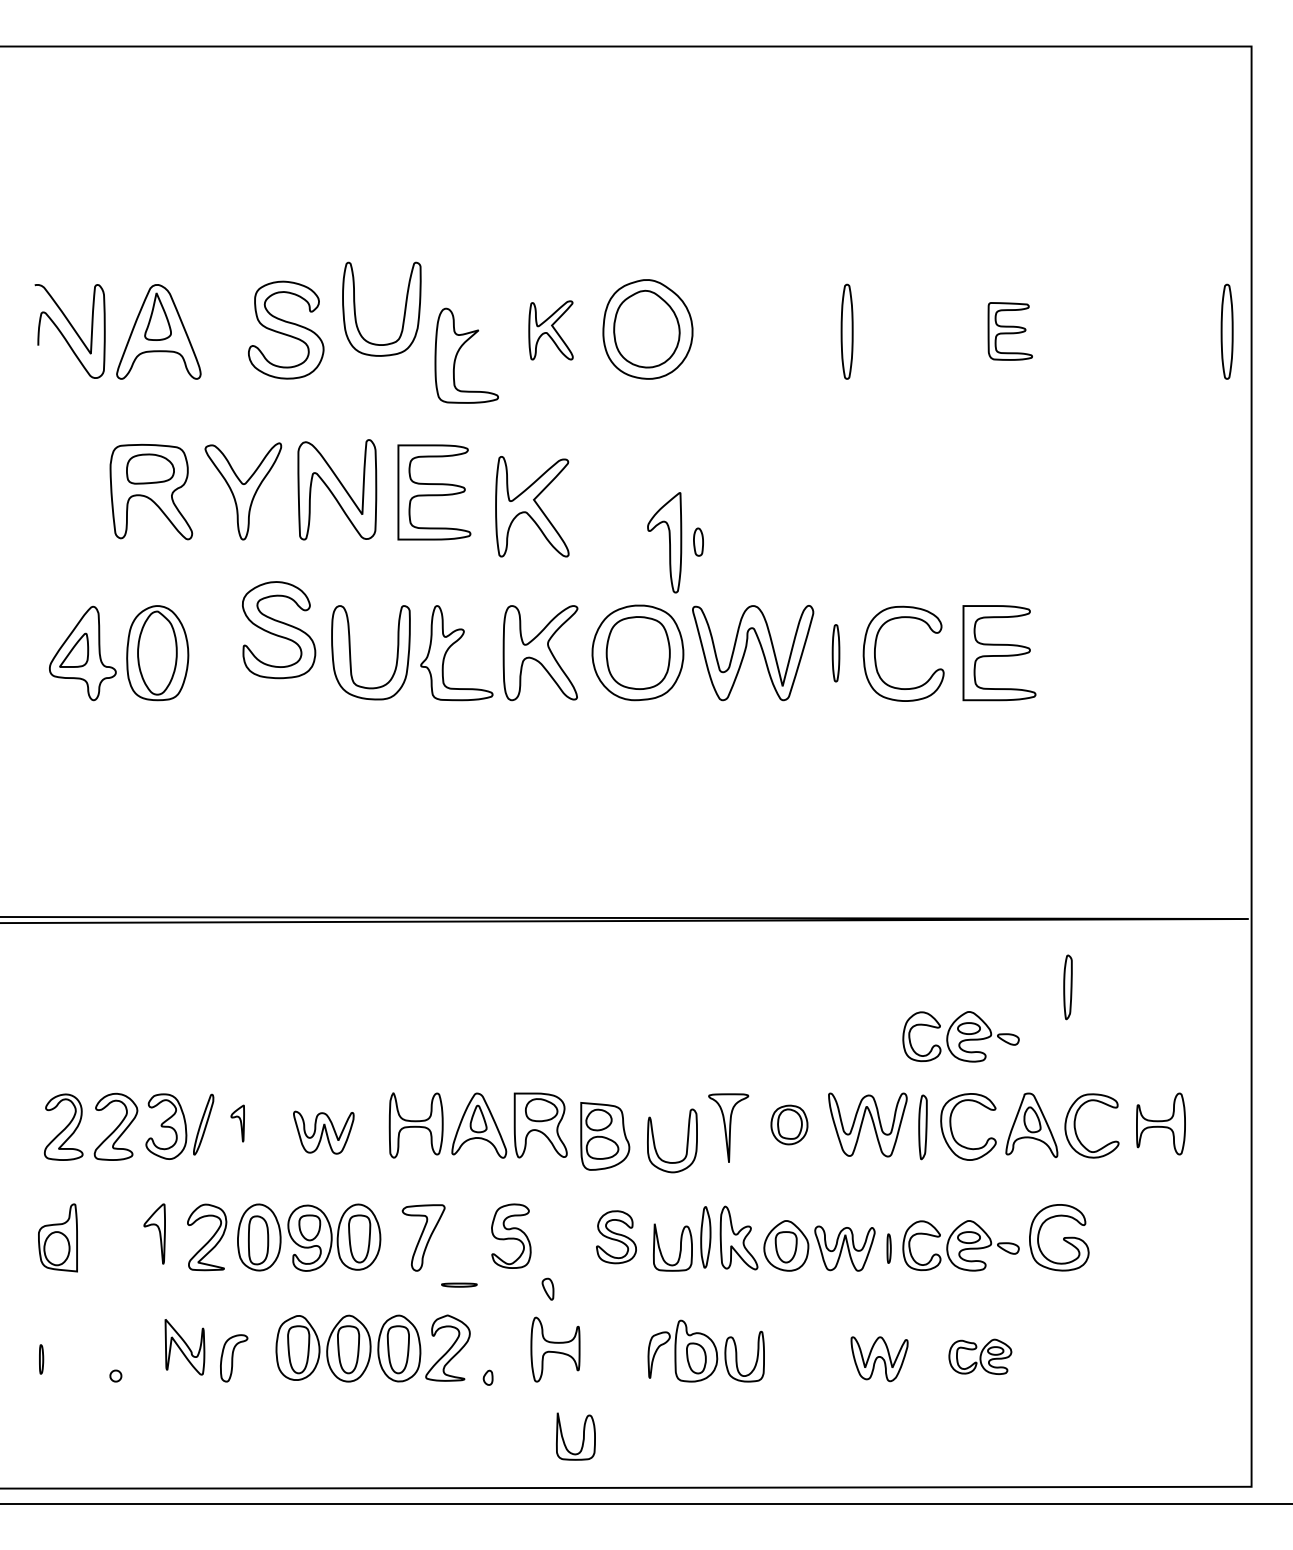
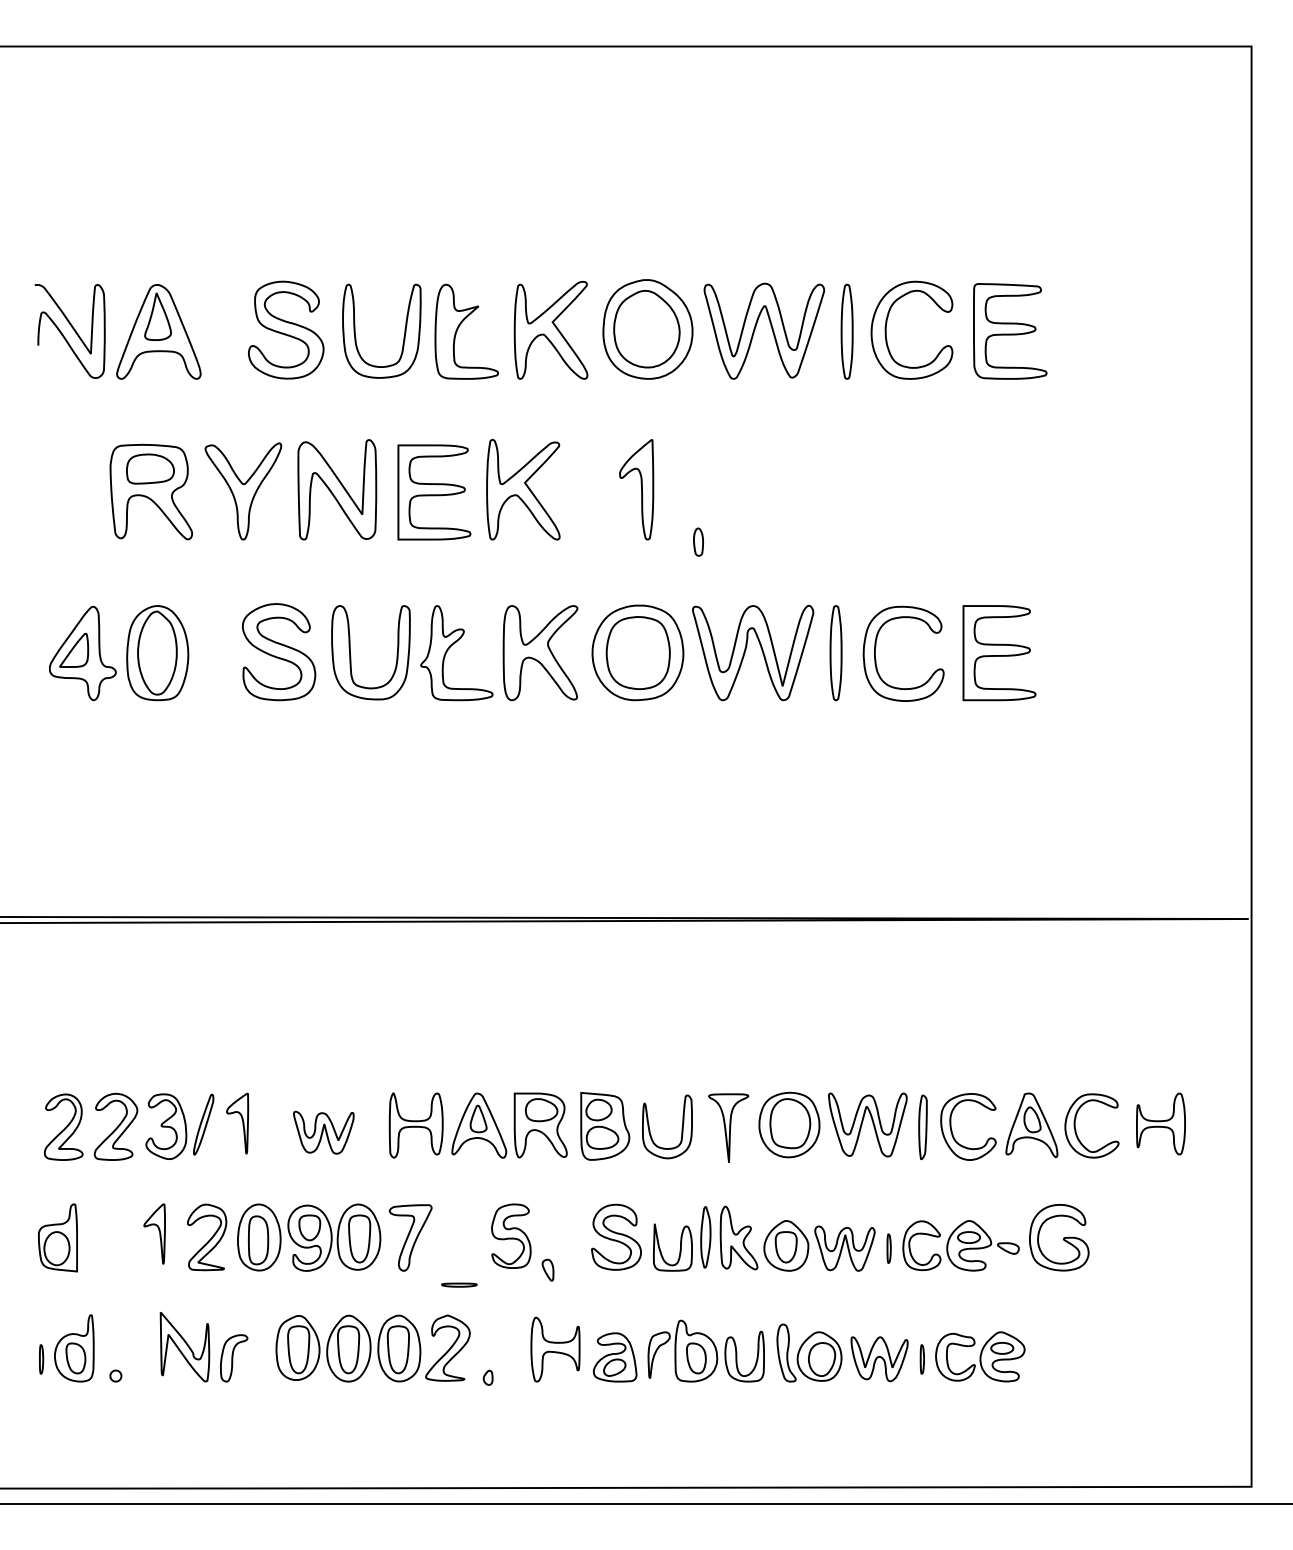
part at (403, 314) position: (403, 314) -> (403, 336)
part at (887, 323): none -> present
part at (771, 329): none -> present
part at (550, 330) size: 46x61 px -> 76x99 px
part at (1009, 331) size: 46x59 px -> 75x97 px
part at (1226, 331): present -> none
part at (459, 351) position: (459, 351) -> (459, 327)
part at (532, 506) position: (532, 506) -> (523, 489)
part at (664, 542) position: (664, 542) -> (636, 489)
part at (279, 630) position: (279, 630) -> (279, 652)
part at (835, 653) size: 10x59 px -> 14x97 px
part at (1067, 987): present -> none
part at (960, 1036): present -> none
part at (237, 1123) size: 15x39 px -> 24x63 px
part at (789, 1124) size: 39x42 px -> 63x68 px
part at (605, 1136) position: (605, 1136) -> (605, 1126)
part at (686, 1141) position: (686, 1141) -> (681, 1127)
part at (423, 1237) position: (423, 1237) -> (410, 1237)
part at (616, 1237) size: 41x55 px -> 51x68 px
part at (547, 1288) position: (547, 1288) -> (547, 1269)
part at (184, 1347) size: 42x57 px -> 52x71 px
part at (74, 1348): none -> present
part at (809, 1352): none -> present
part at (980, 1356) size: 65x37 px -> 91x52 px
part at (614, 1357): none -> present
part at (921, 1359): none -> present
part at (582, 1439): present -> none
